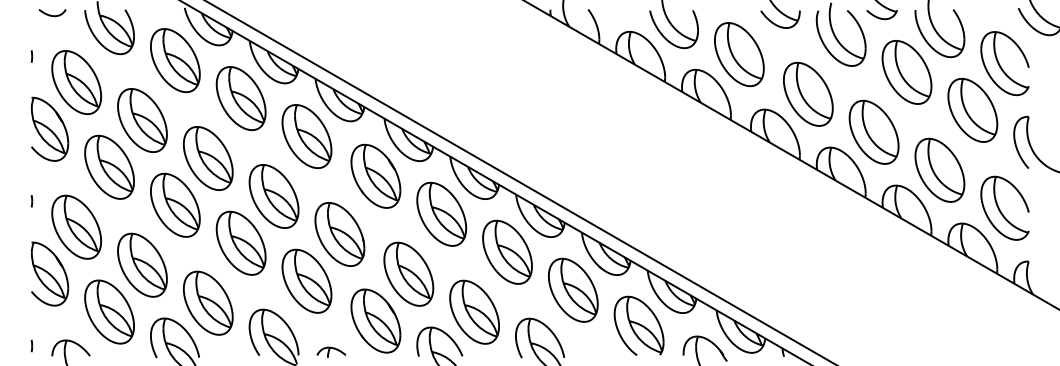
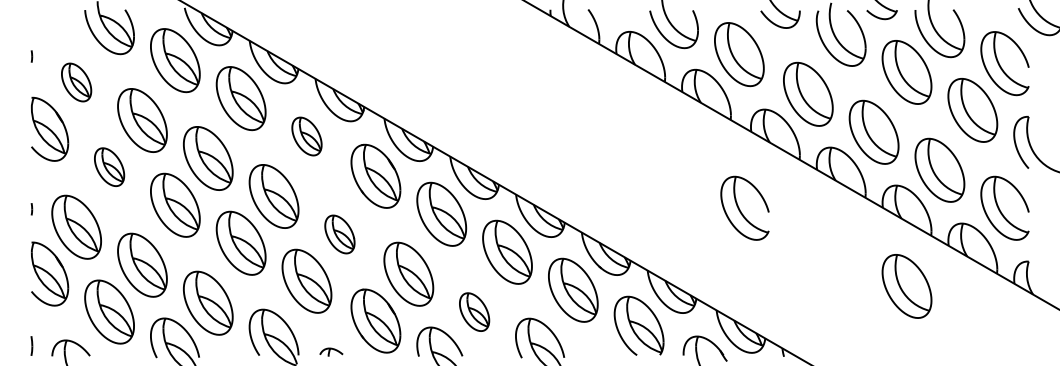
curve at (52, 15): present -> none
part at (76, 82) size: 51x65 px -> 32x41 px
part at (306, 136) size: 52x65 px -> 32x41 px
part at (109, 166) size: 51x66 px -> 32x40 px
line at (520, 182): present -> none
part at (31, 201) position: (31, 201) -> (31, 209)
part at (744, 207): none -> present
part at (339, 234) size: 52x65 px -> 32x41 px
part at (906, 286): none -> present
part at (474, 311) size: 51x66 px -> 32x40 px
part at (31, 345) size: 4x14 px -> 4x20 px
part at (331, 351) size: 31x12 px -> 25x10 px
